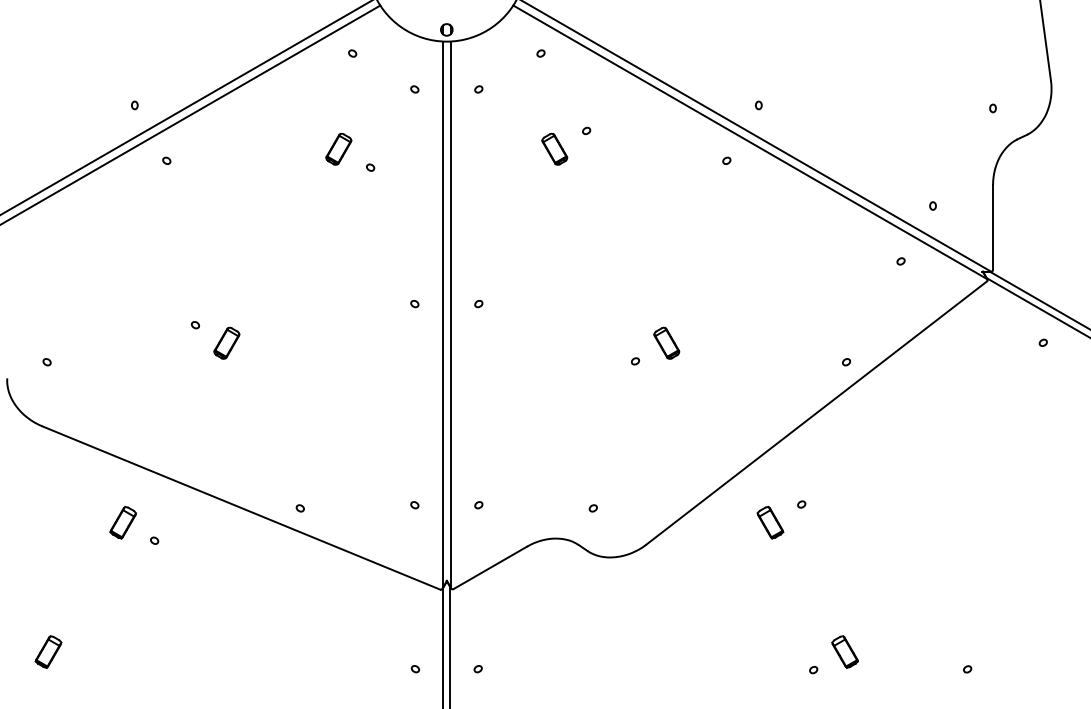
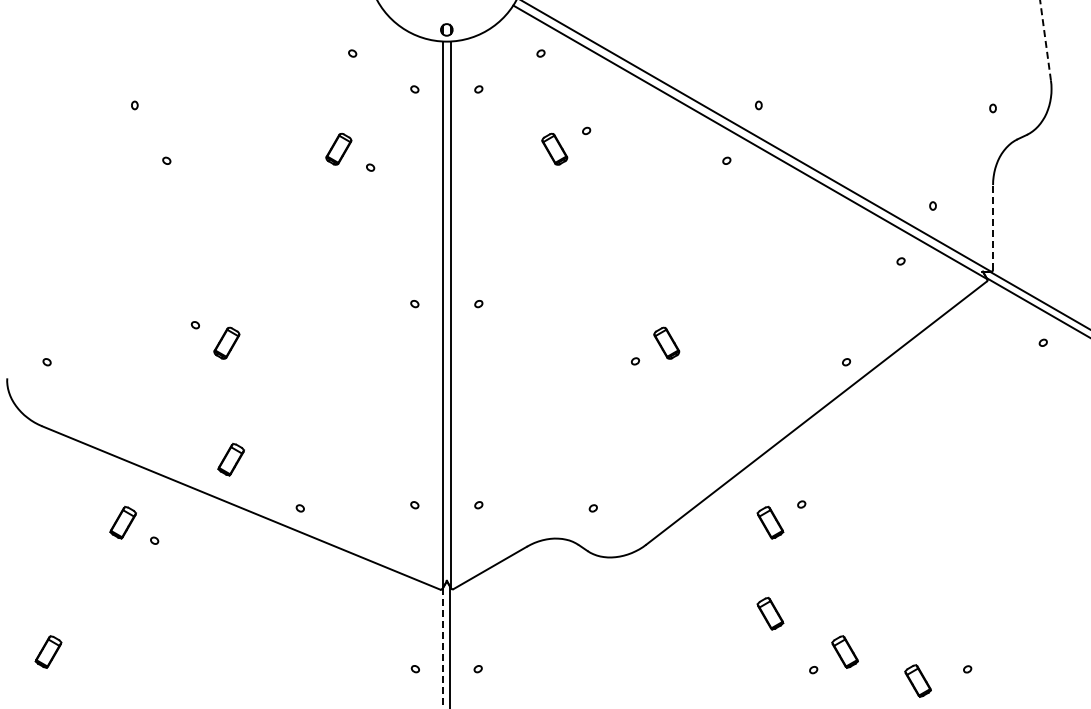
line at (1045, 40): solid -> dashed
line at (185, 107): present -> none
line at (191, 114): present -> none
line at (993, 226): solid -> dashed
part at (230, 459): none -> present
part at (770, 613): none -> present
line at (443, 648): solid -> dashed
part at (917, 680): none -> present
